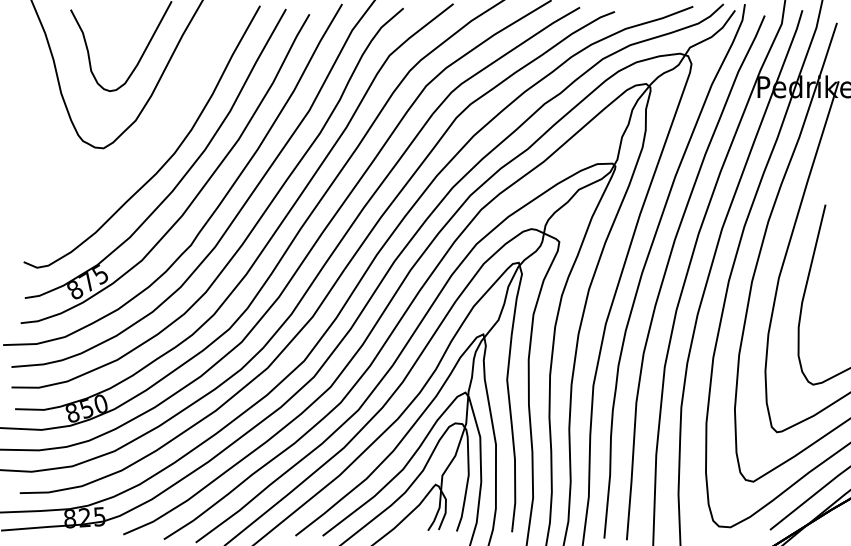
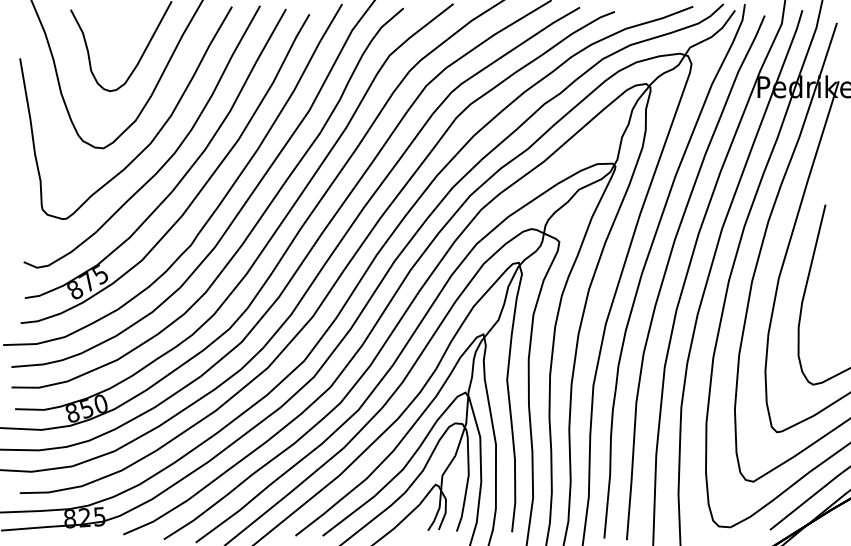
part at (156, 133): none -> present
